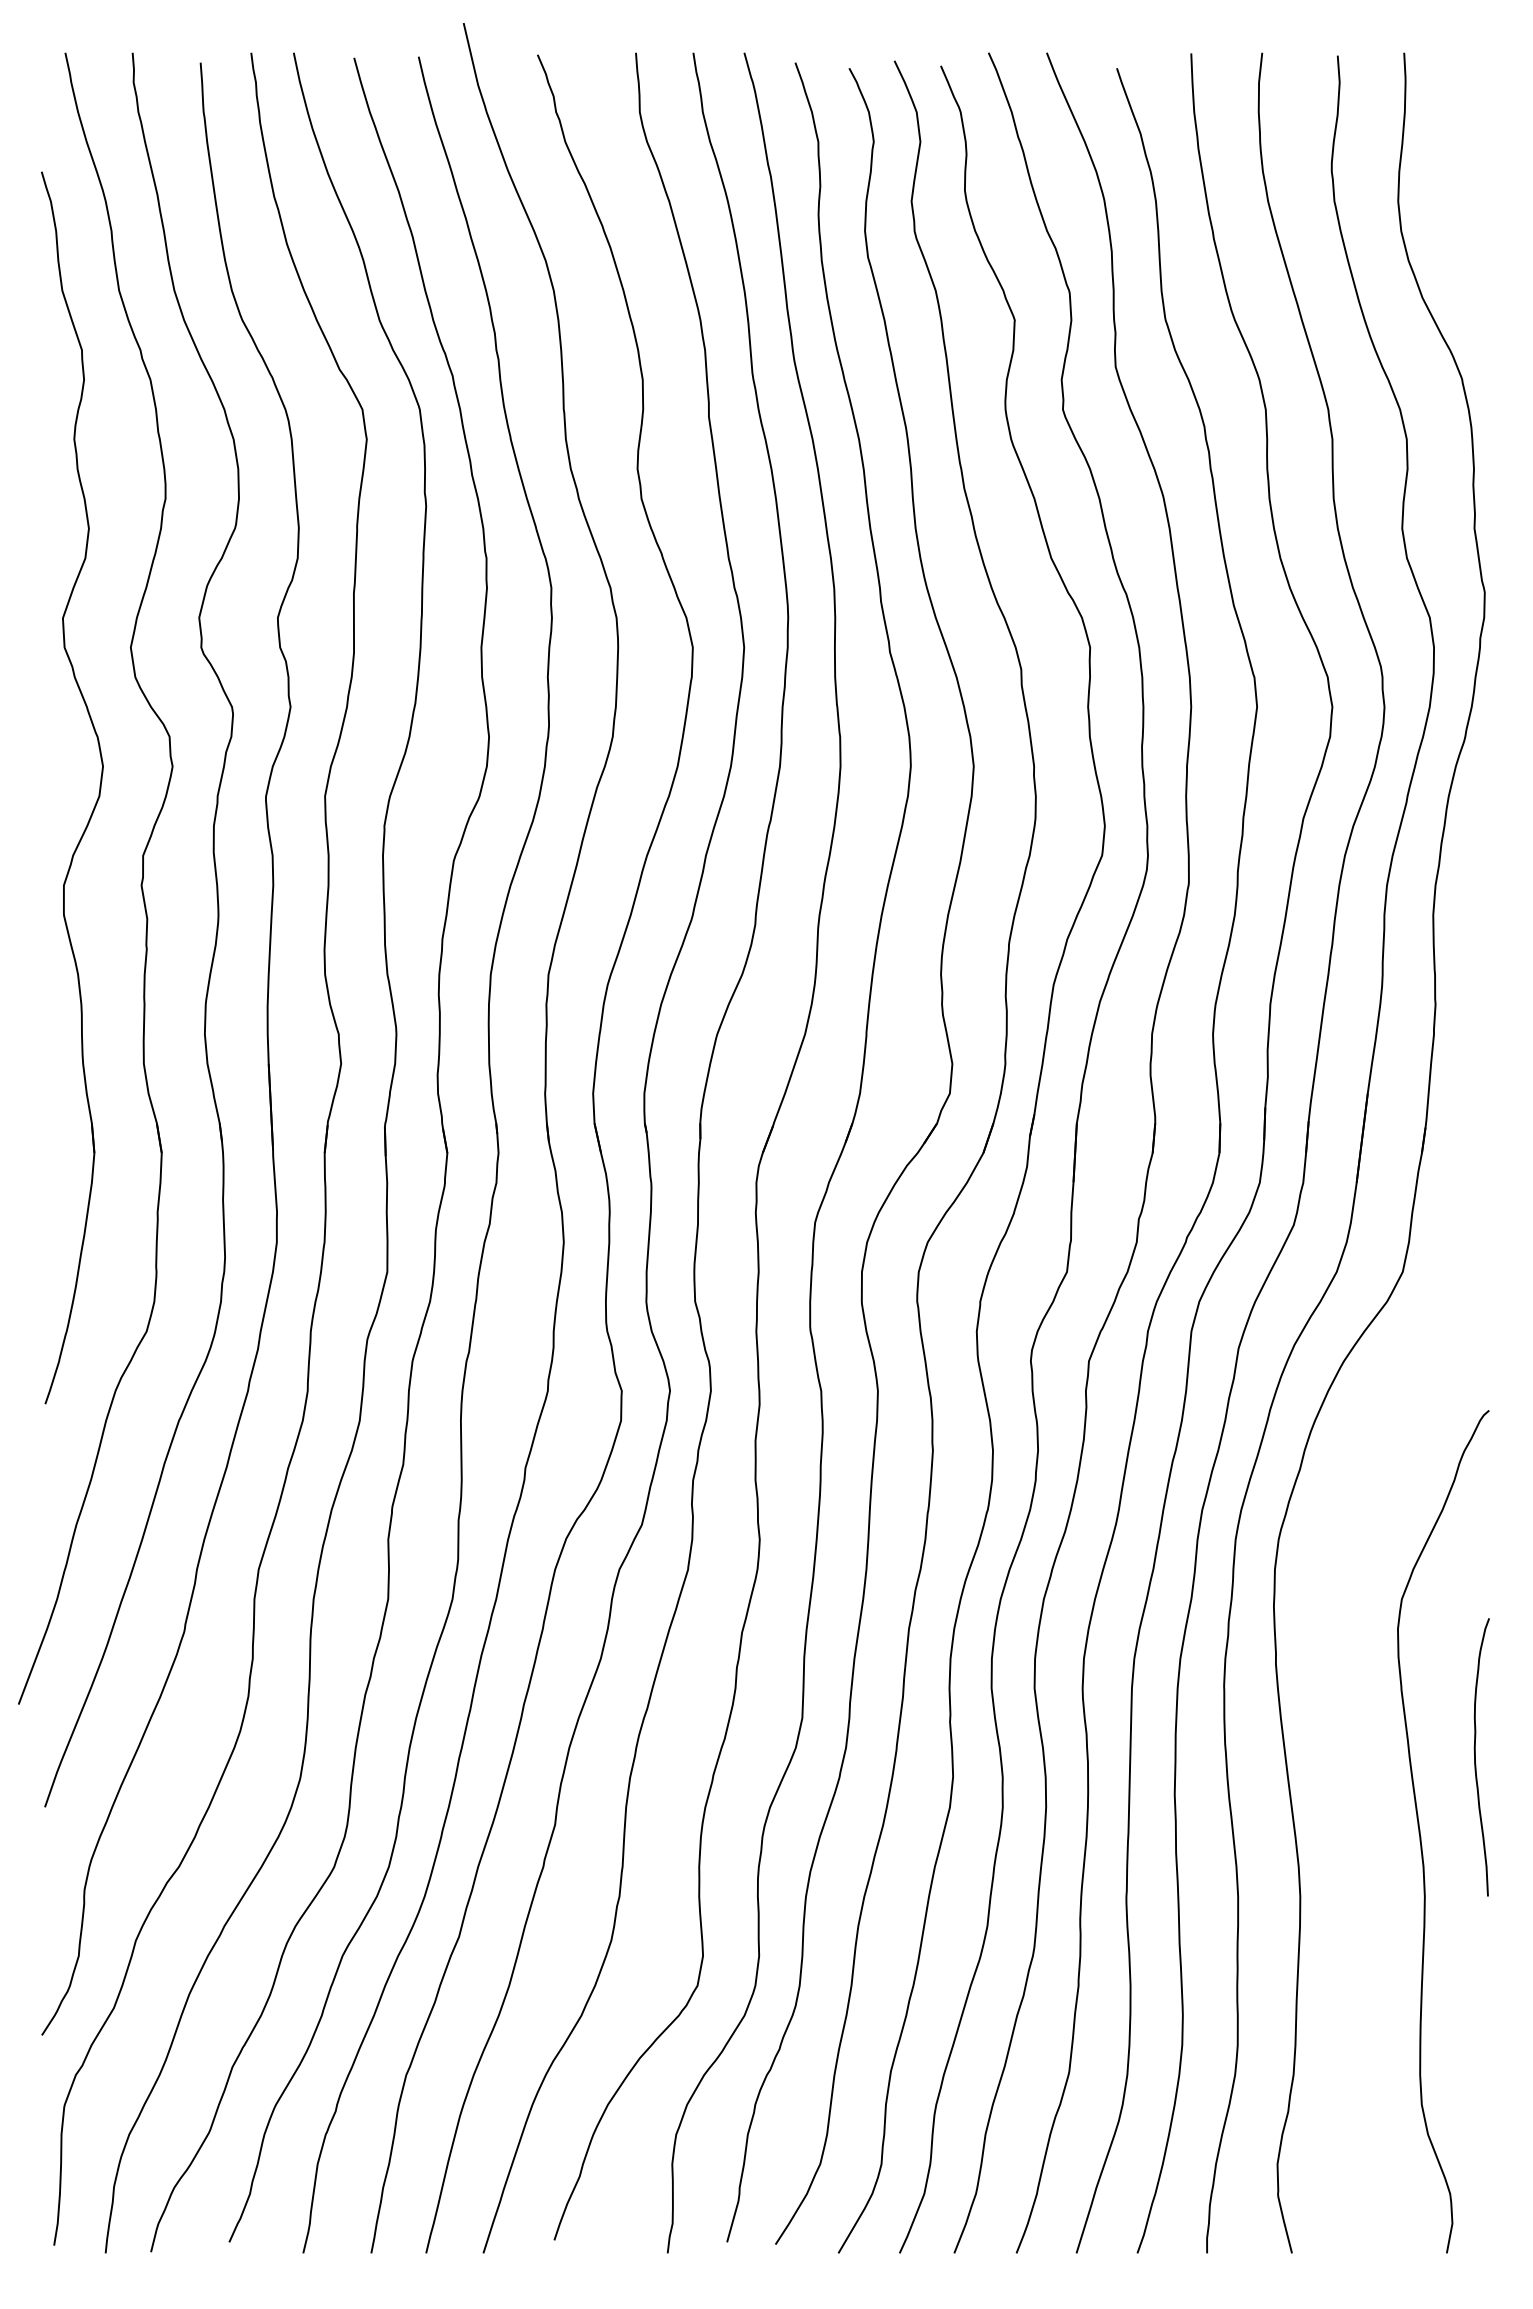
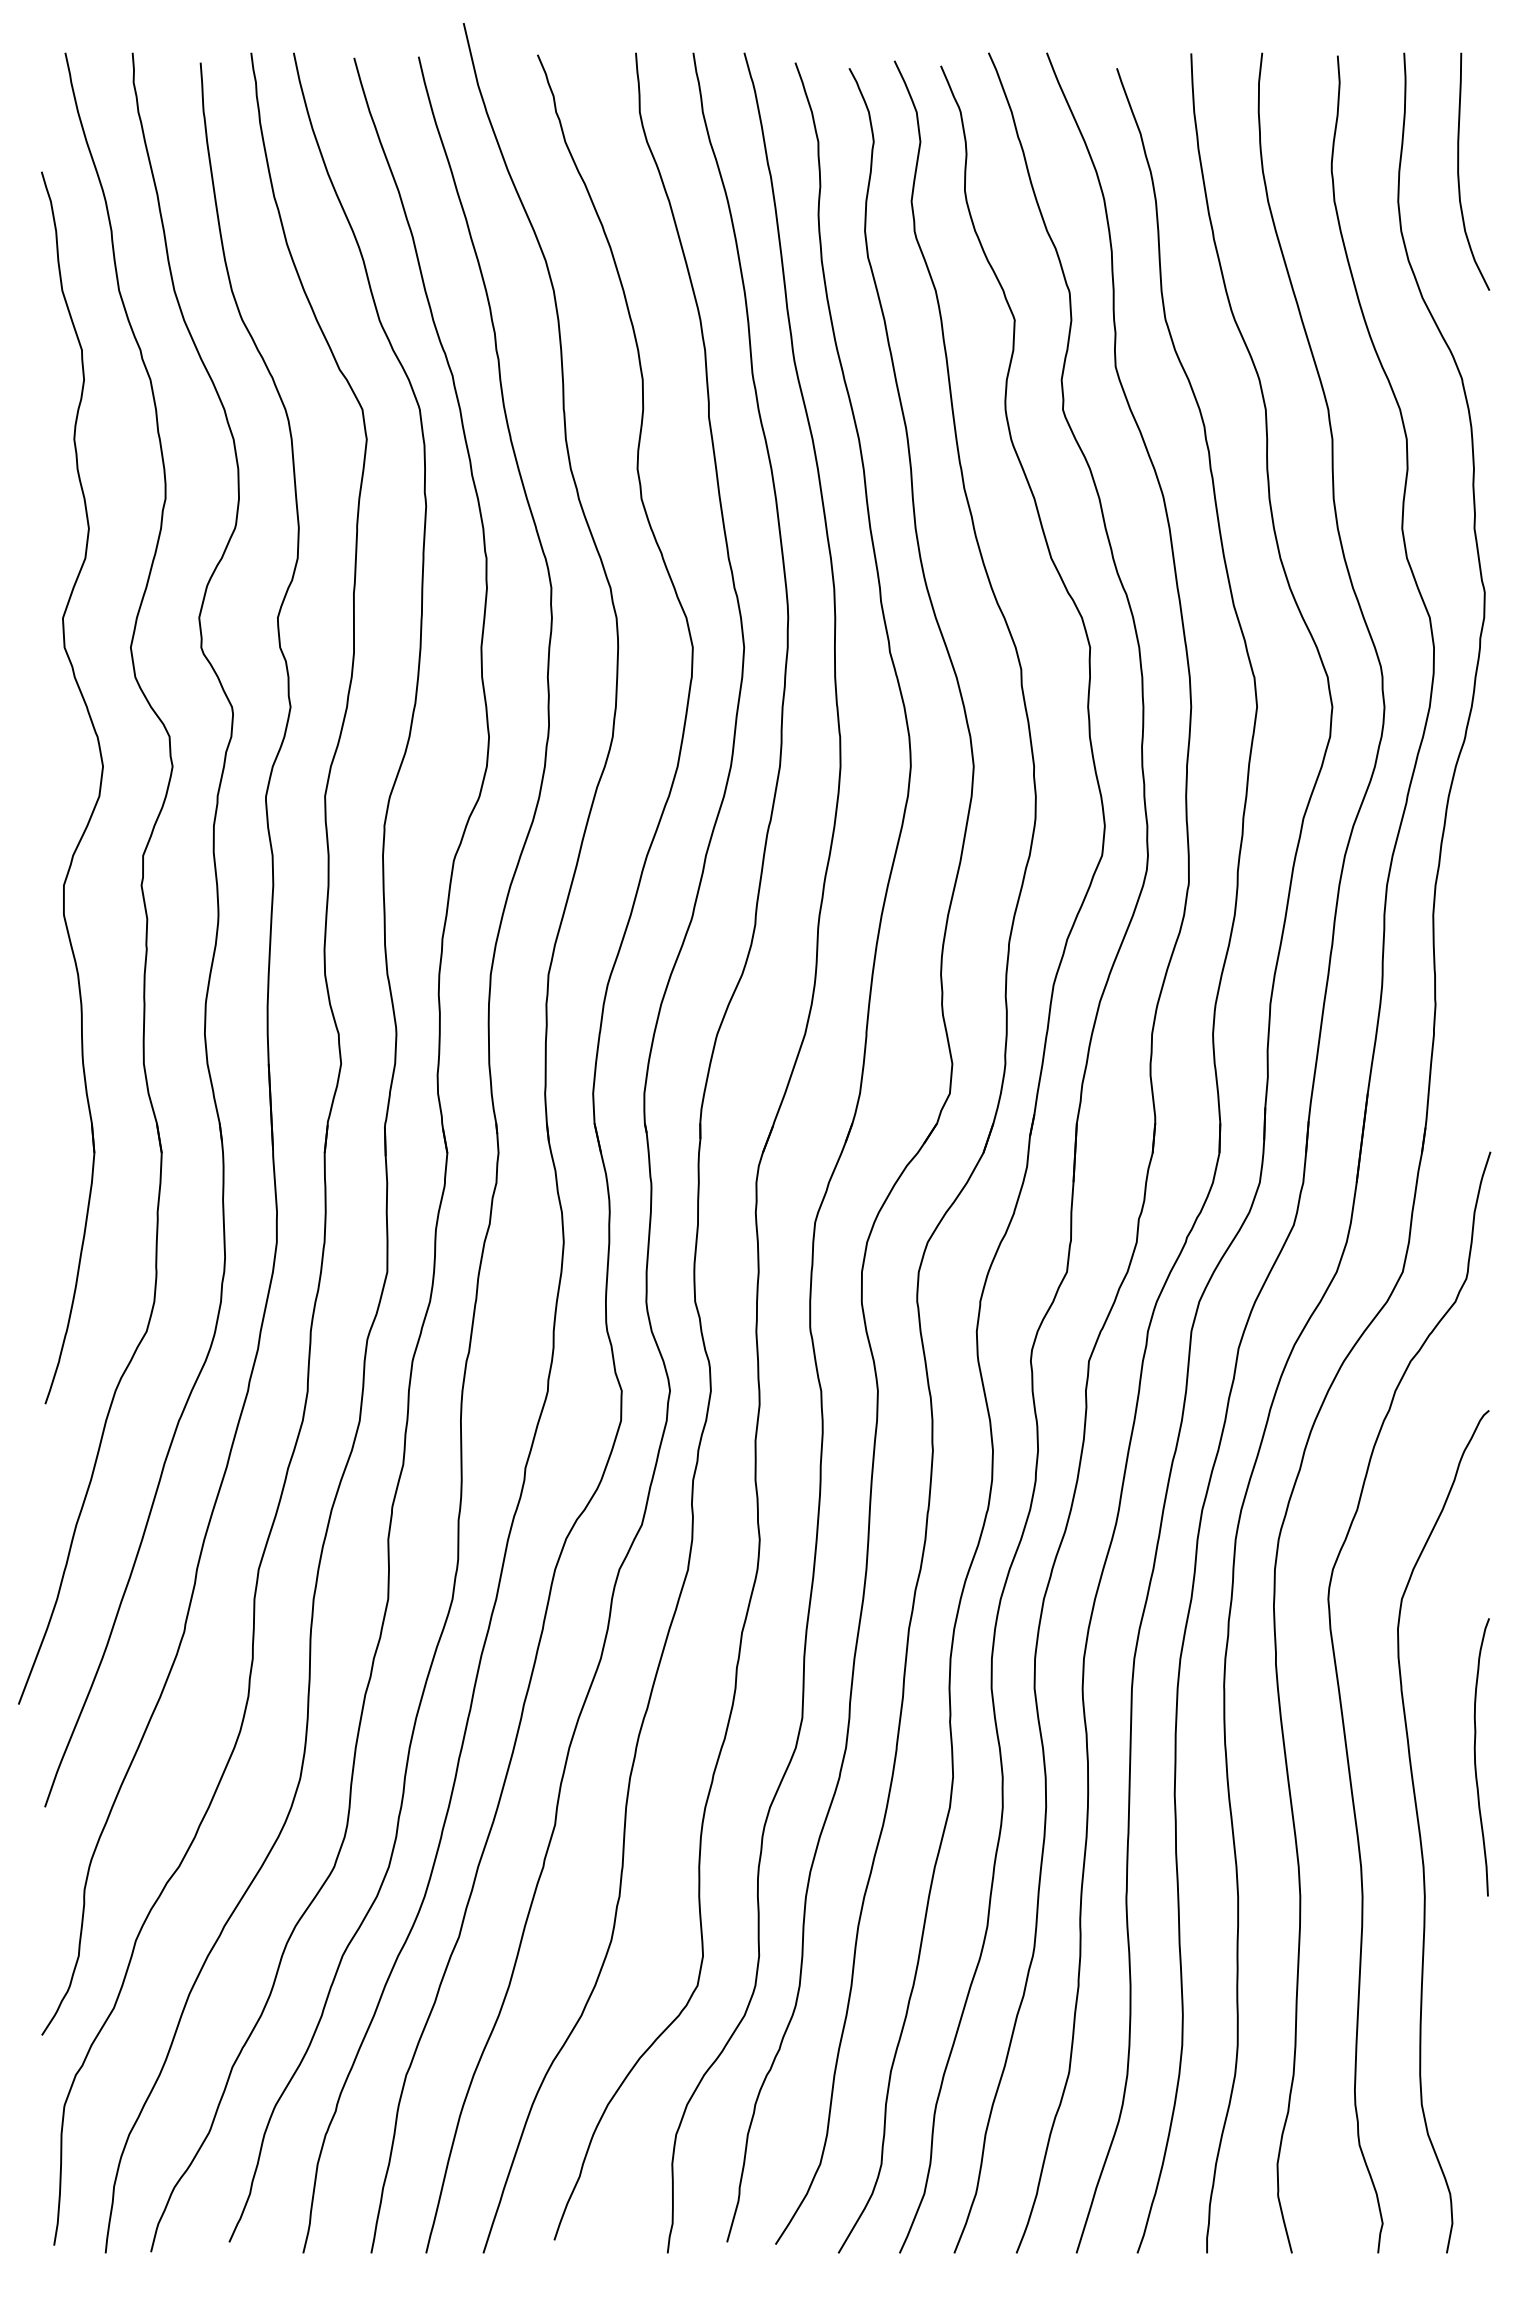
curve at (1459, 173): none -> present
curve at (1342, 1707): none -> present
